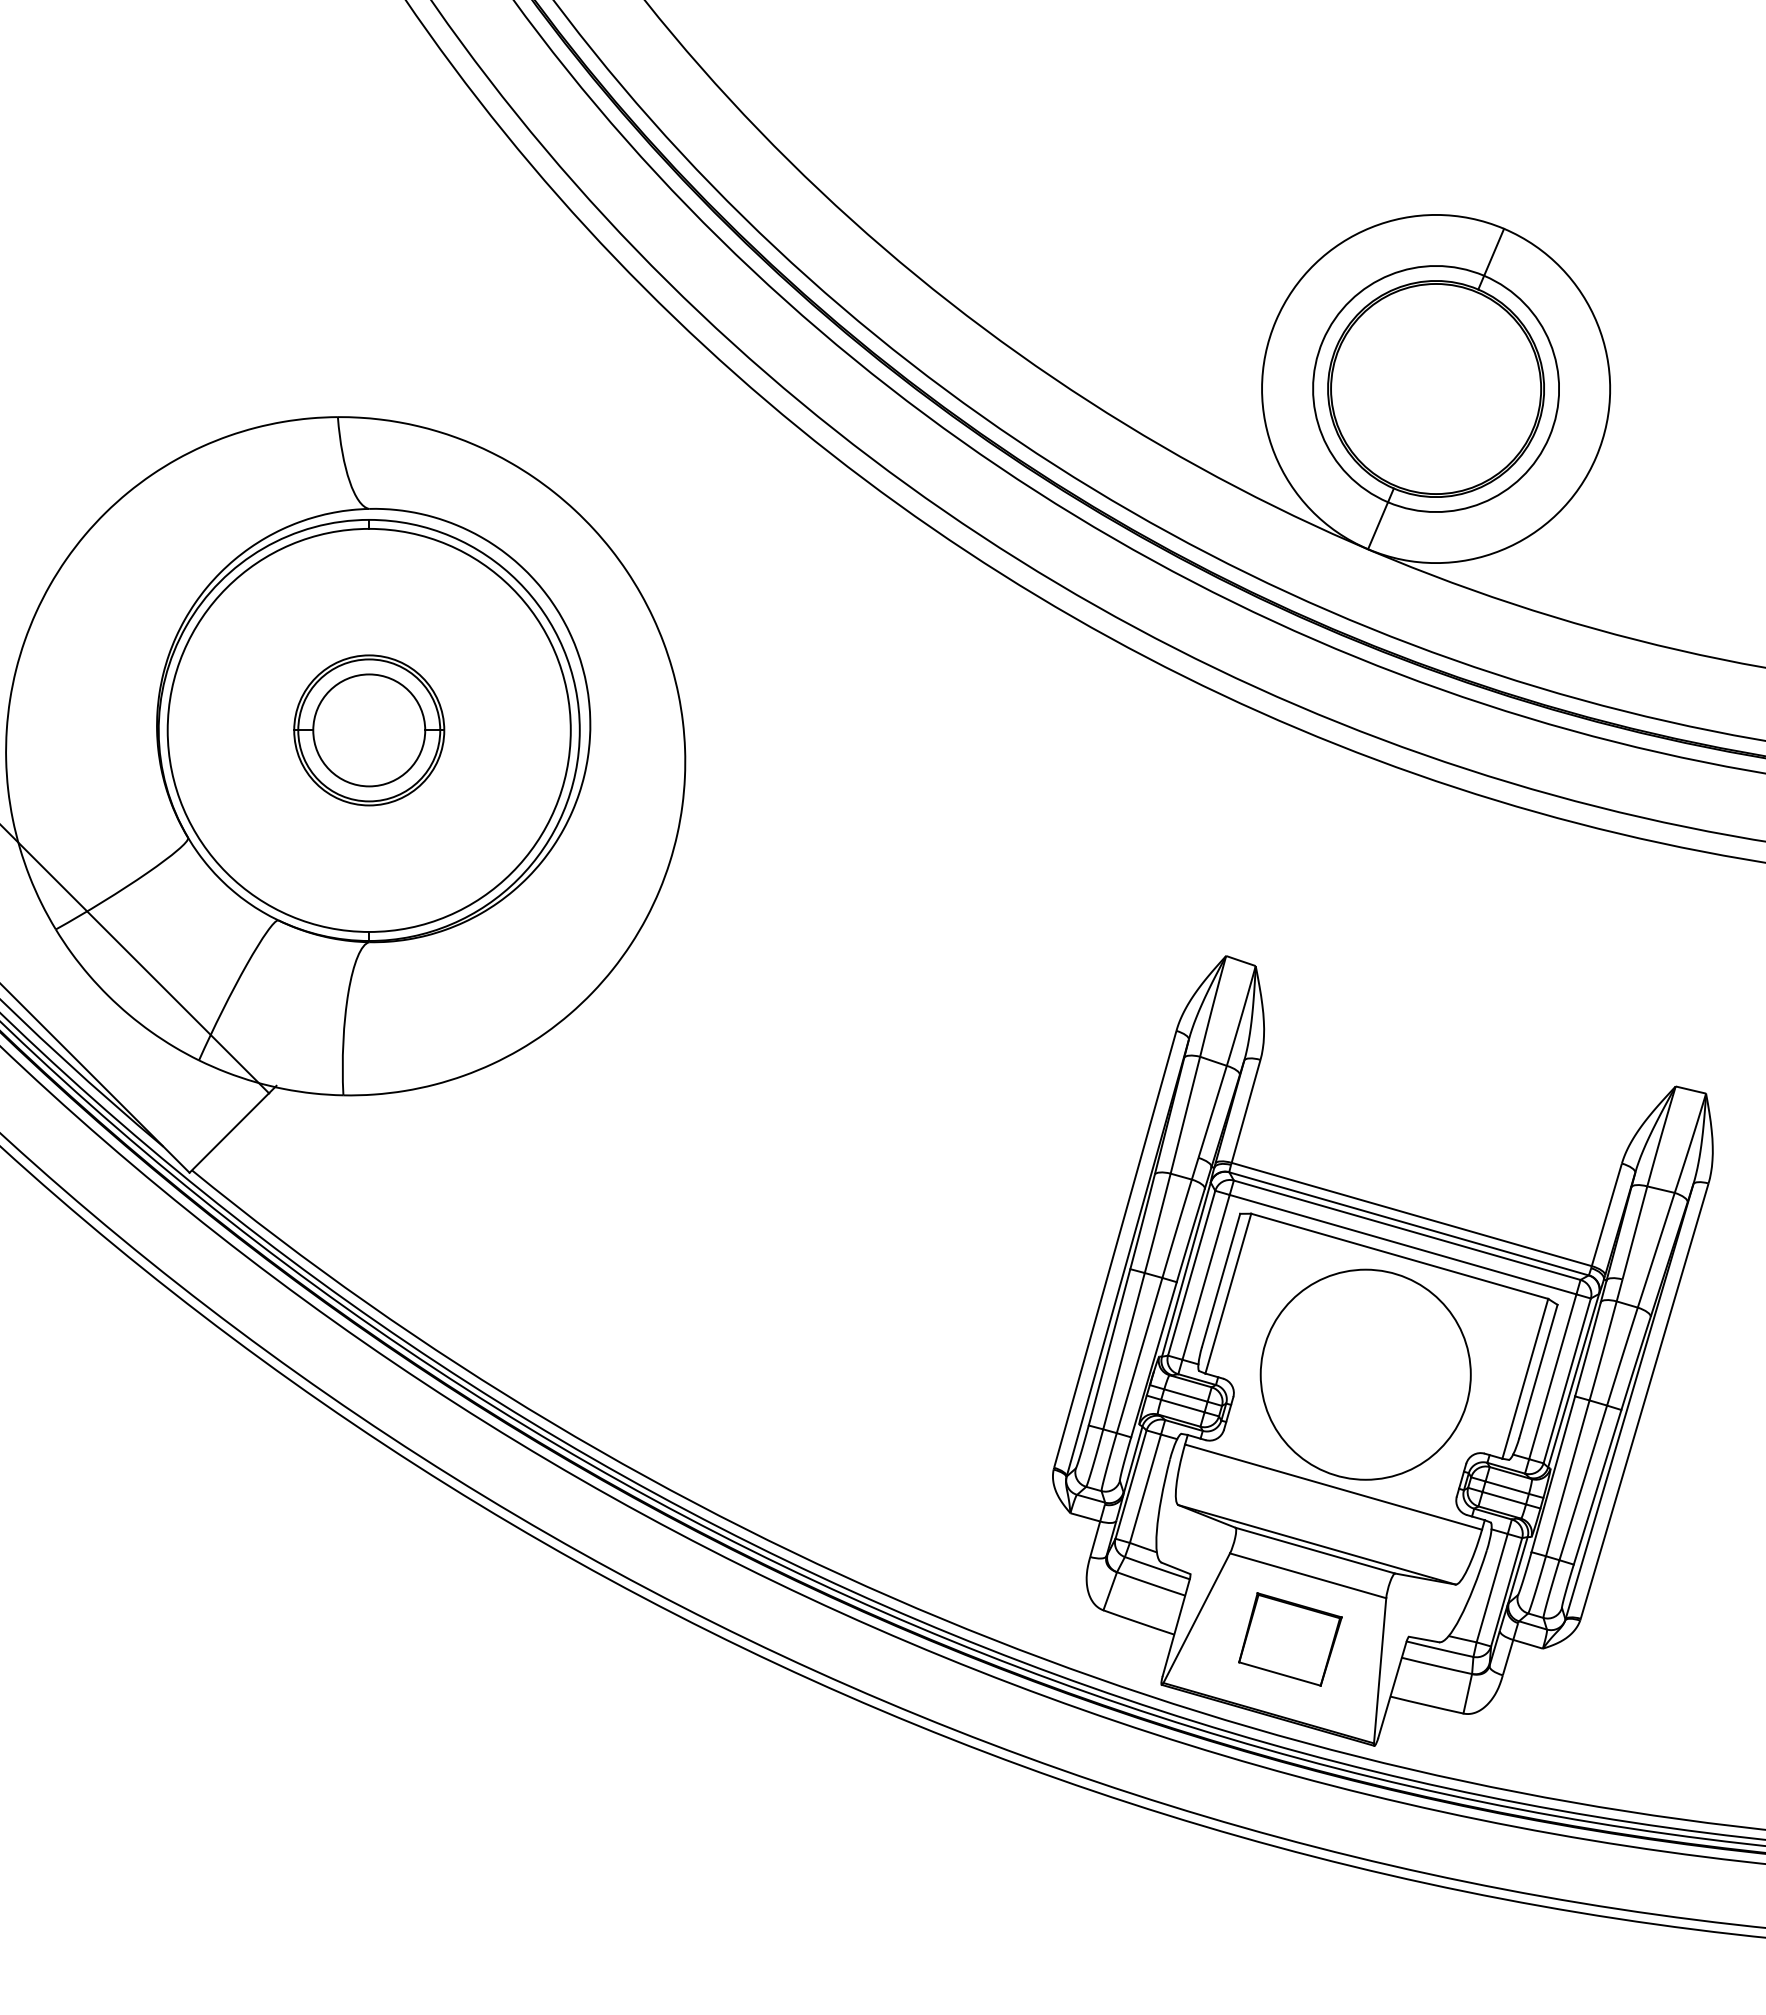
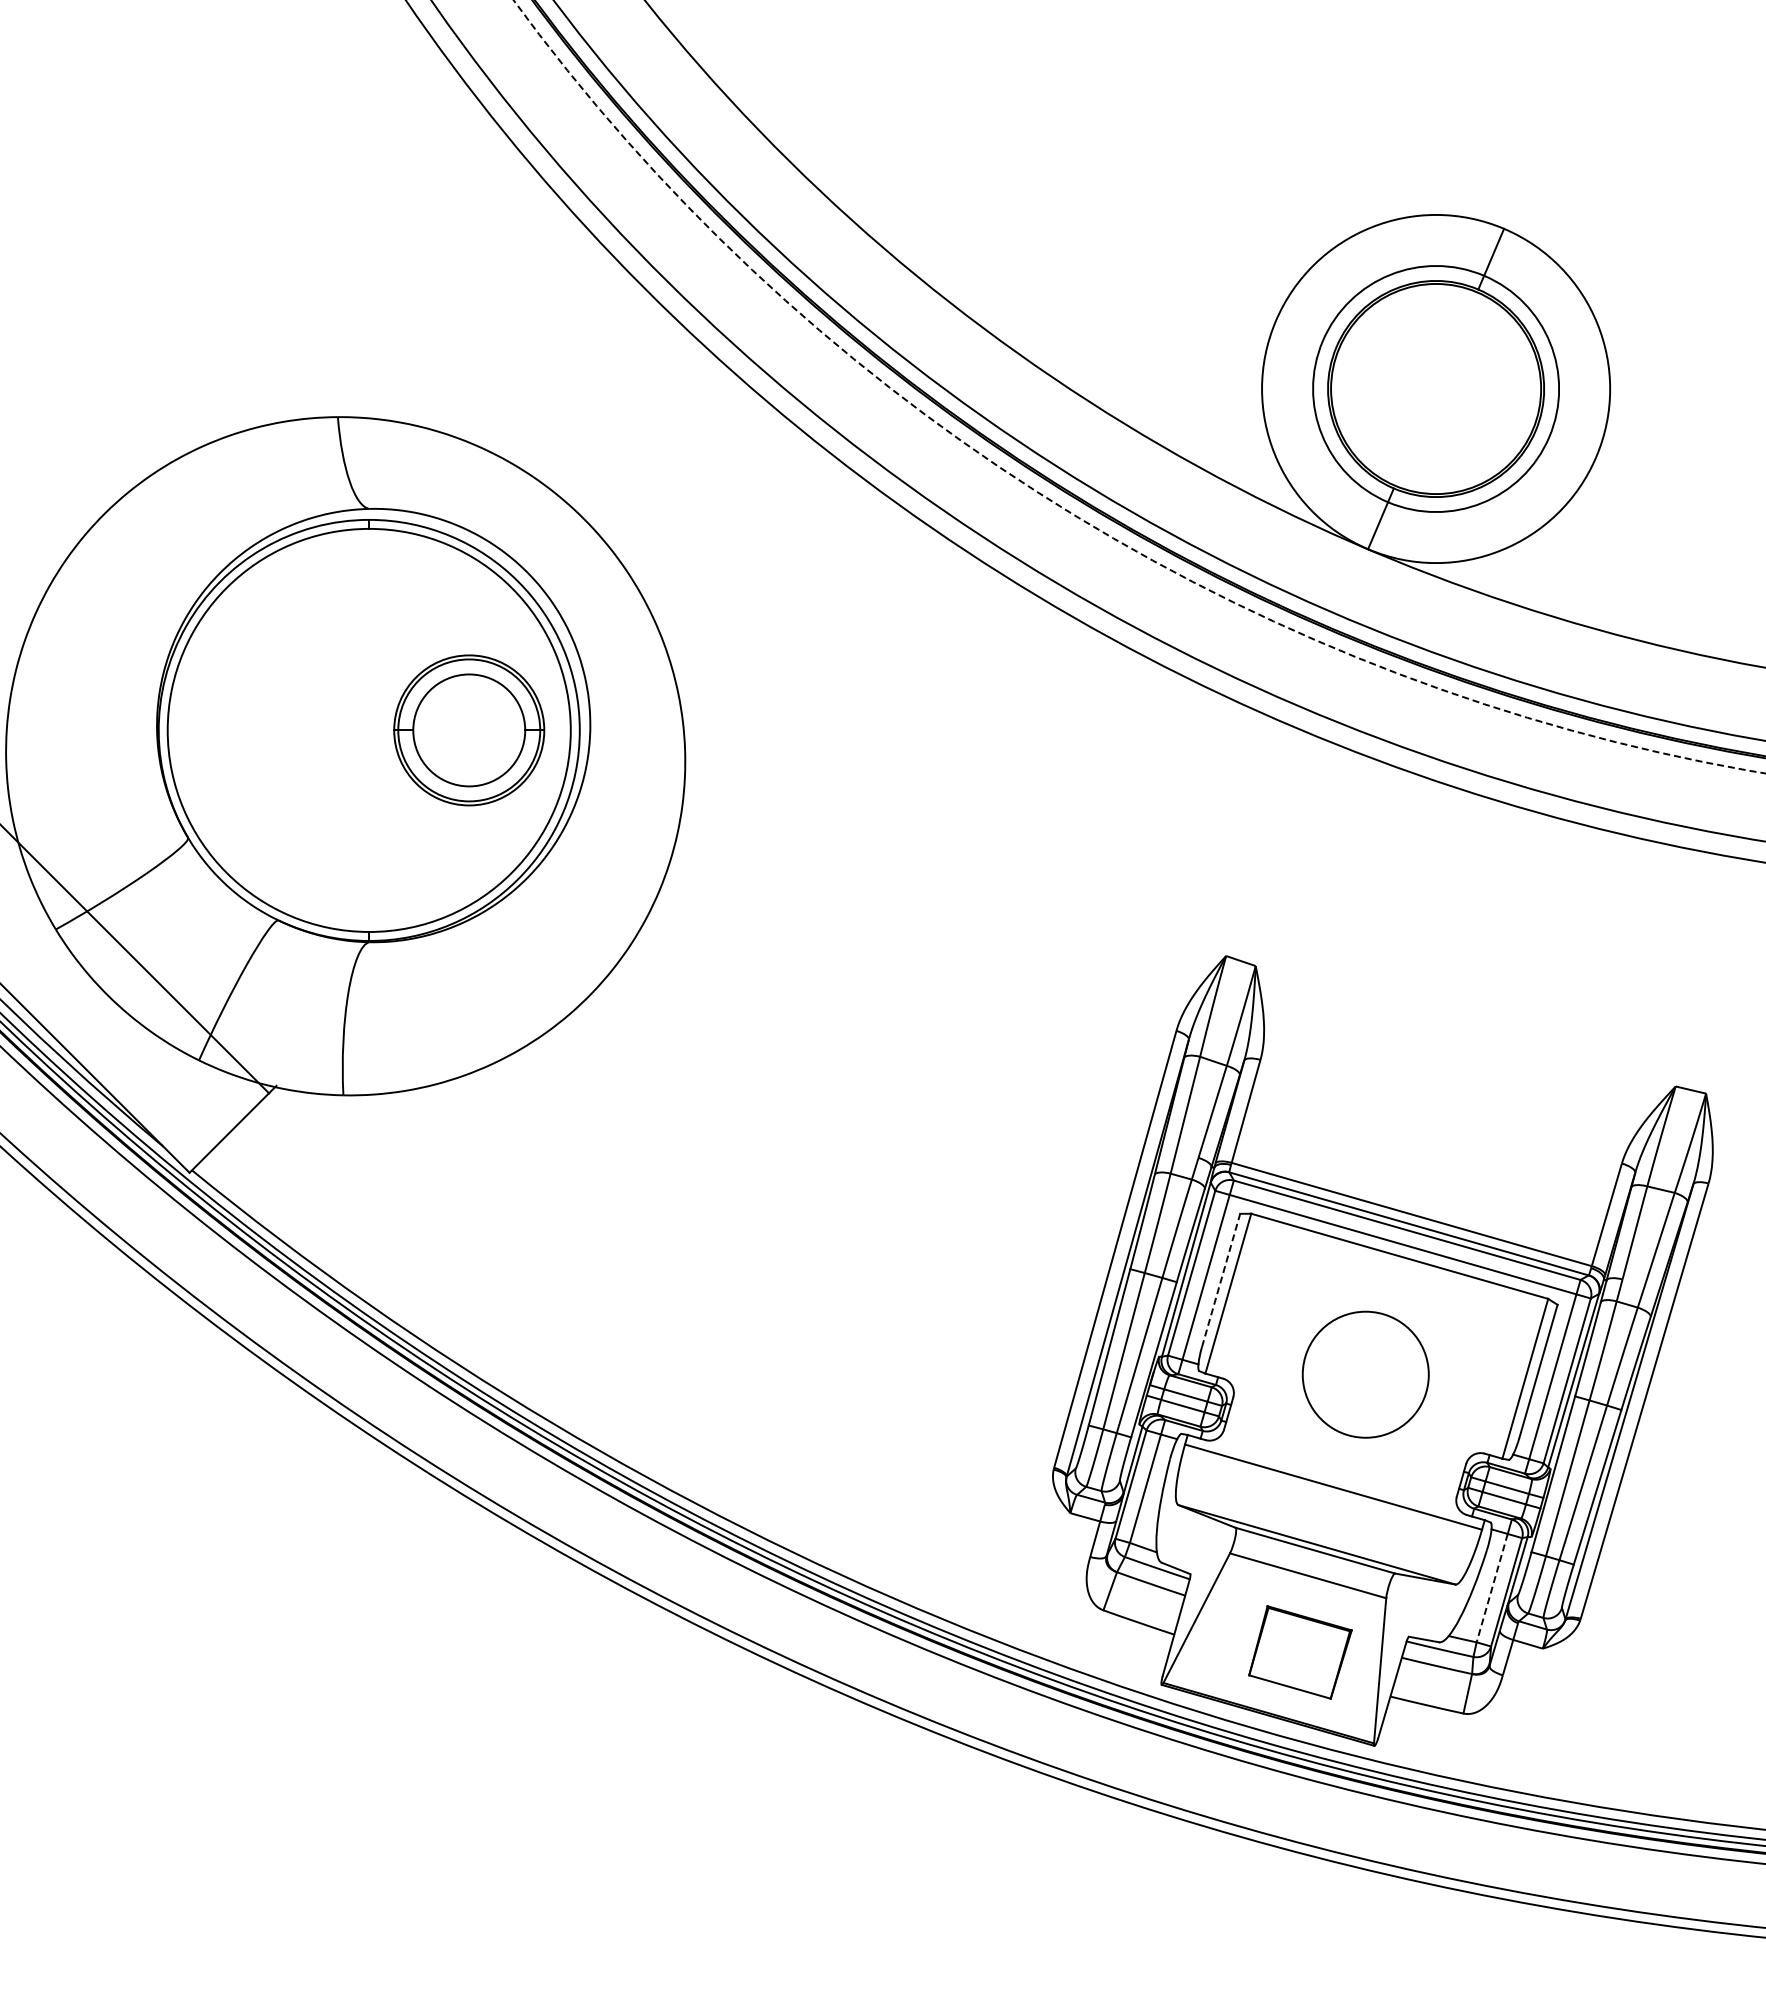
arc at (1064, 509): solid -> dashed
part at (369, 730) position: (369, 730) -> (469, 730)
line at (1221, 1279): solid -> dashed
circle at (1365, 1374) diameter: 210 px -> 126 px
line at (1492, 1588): solid -> dashed
part at (1290, 1639) position: (1290, 1639) -> (1300, 1652)
